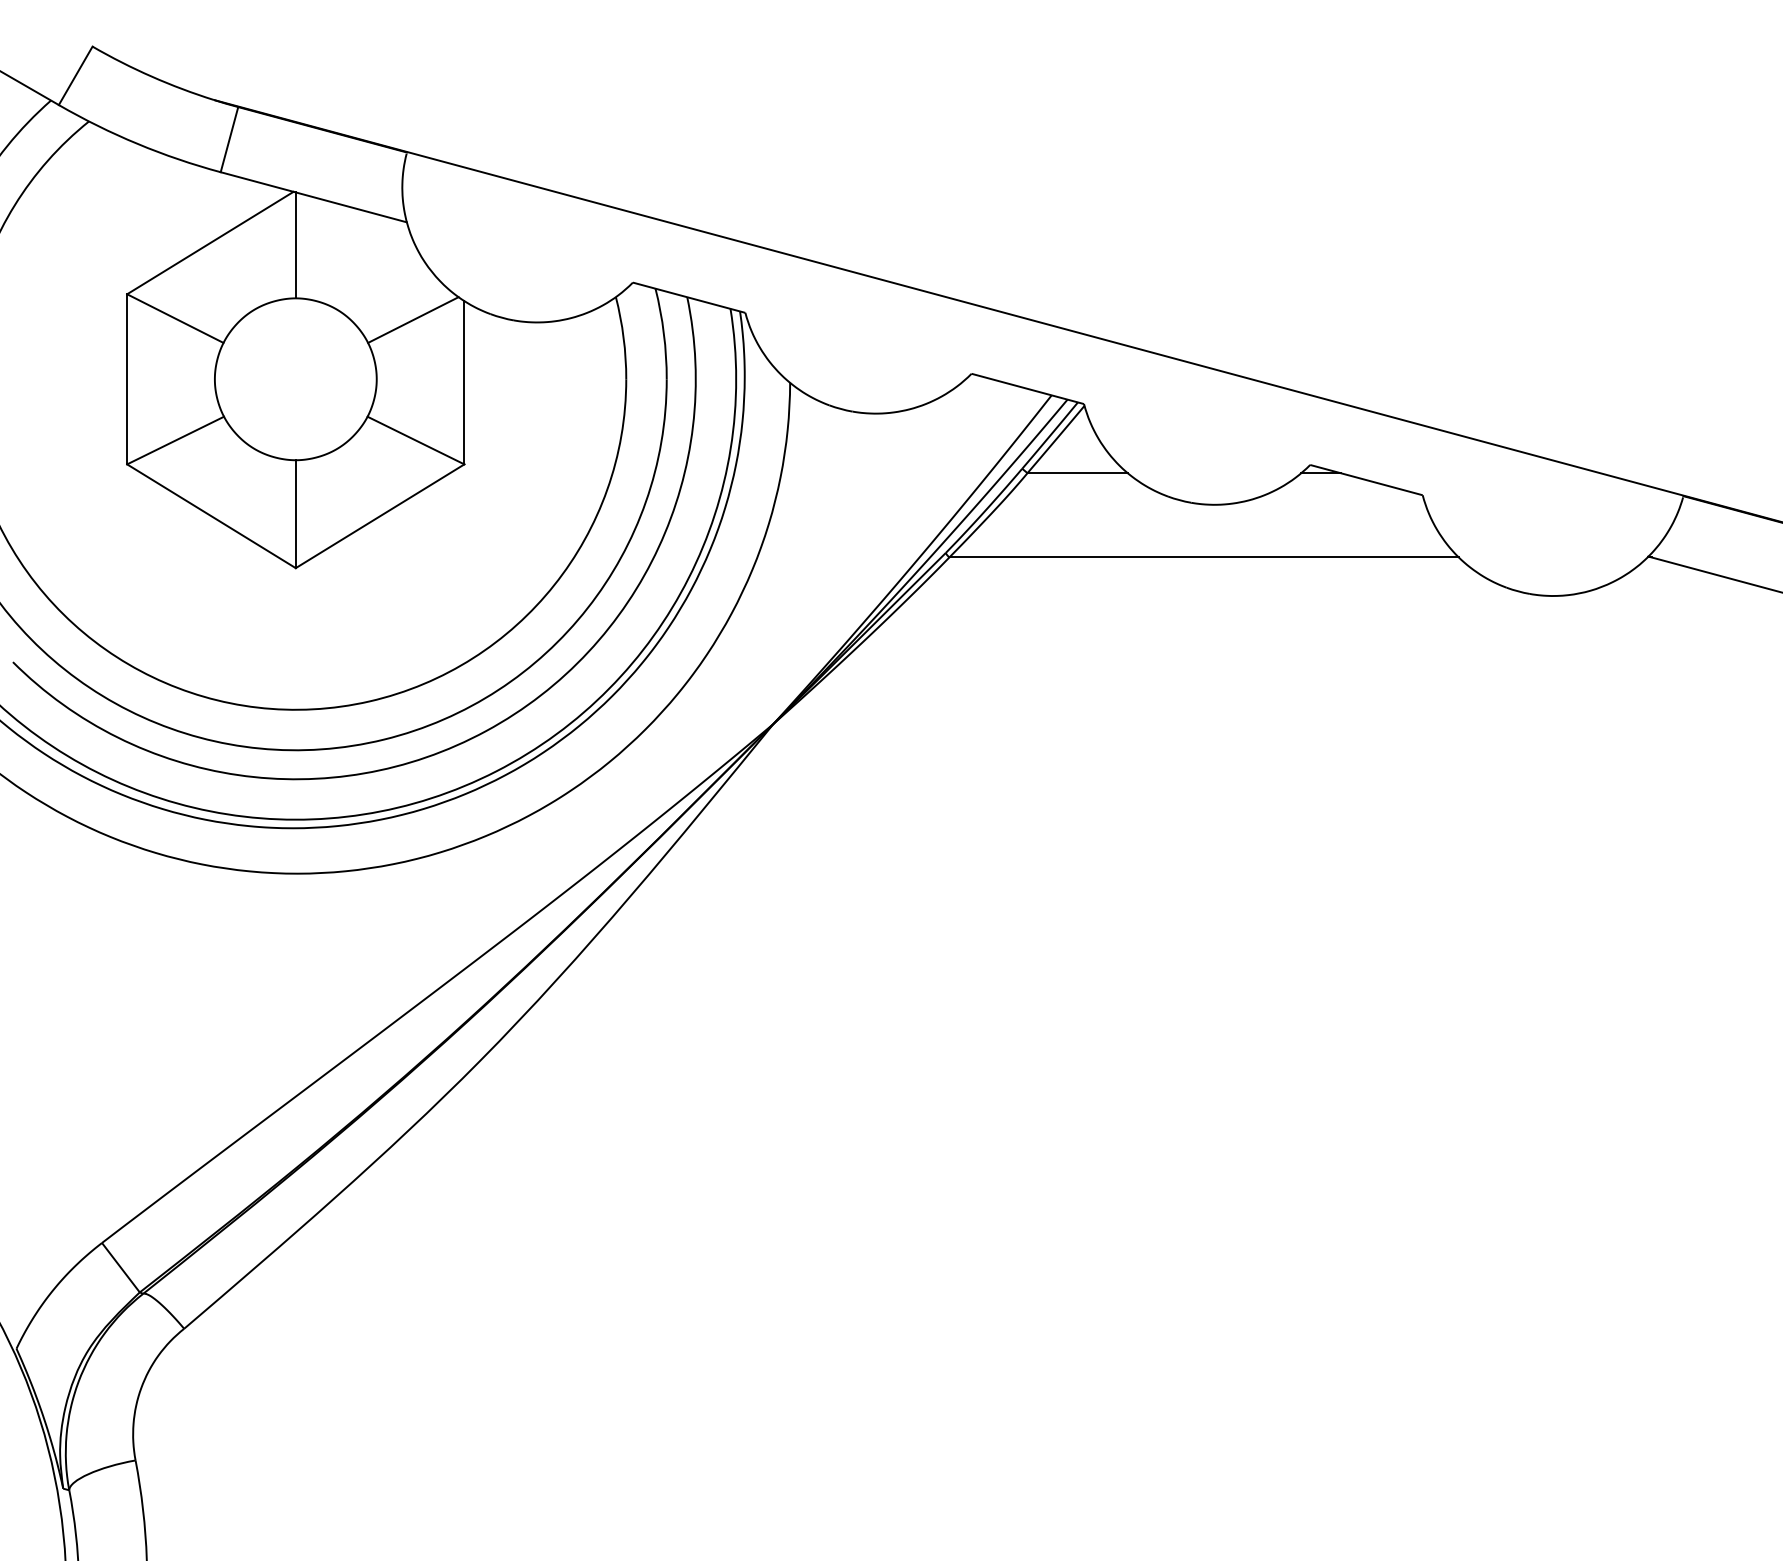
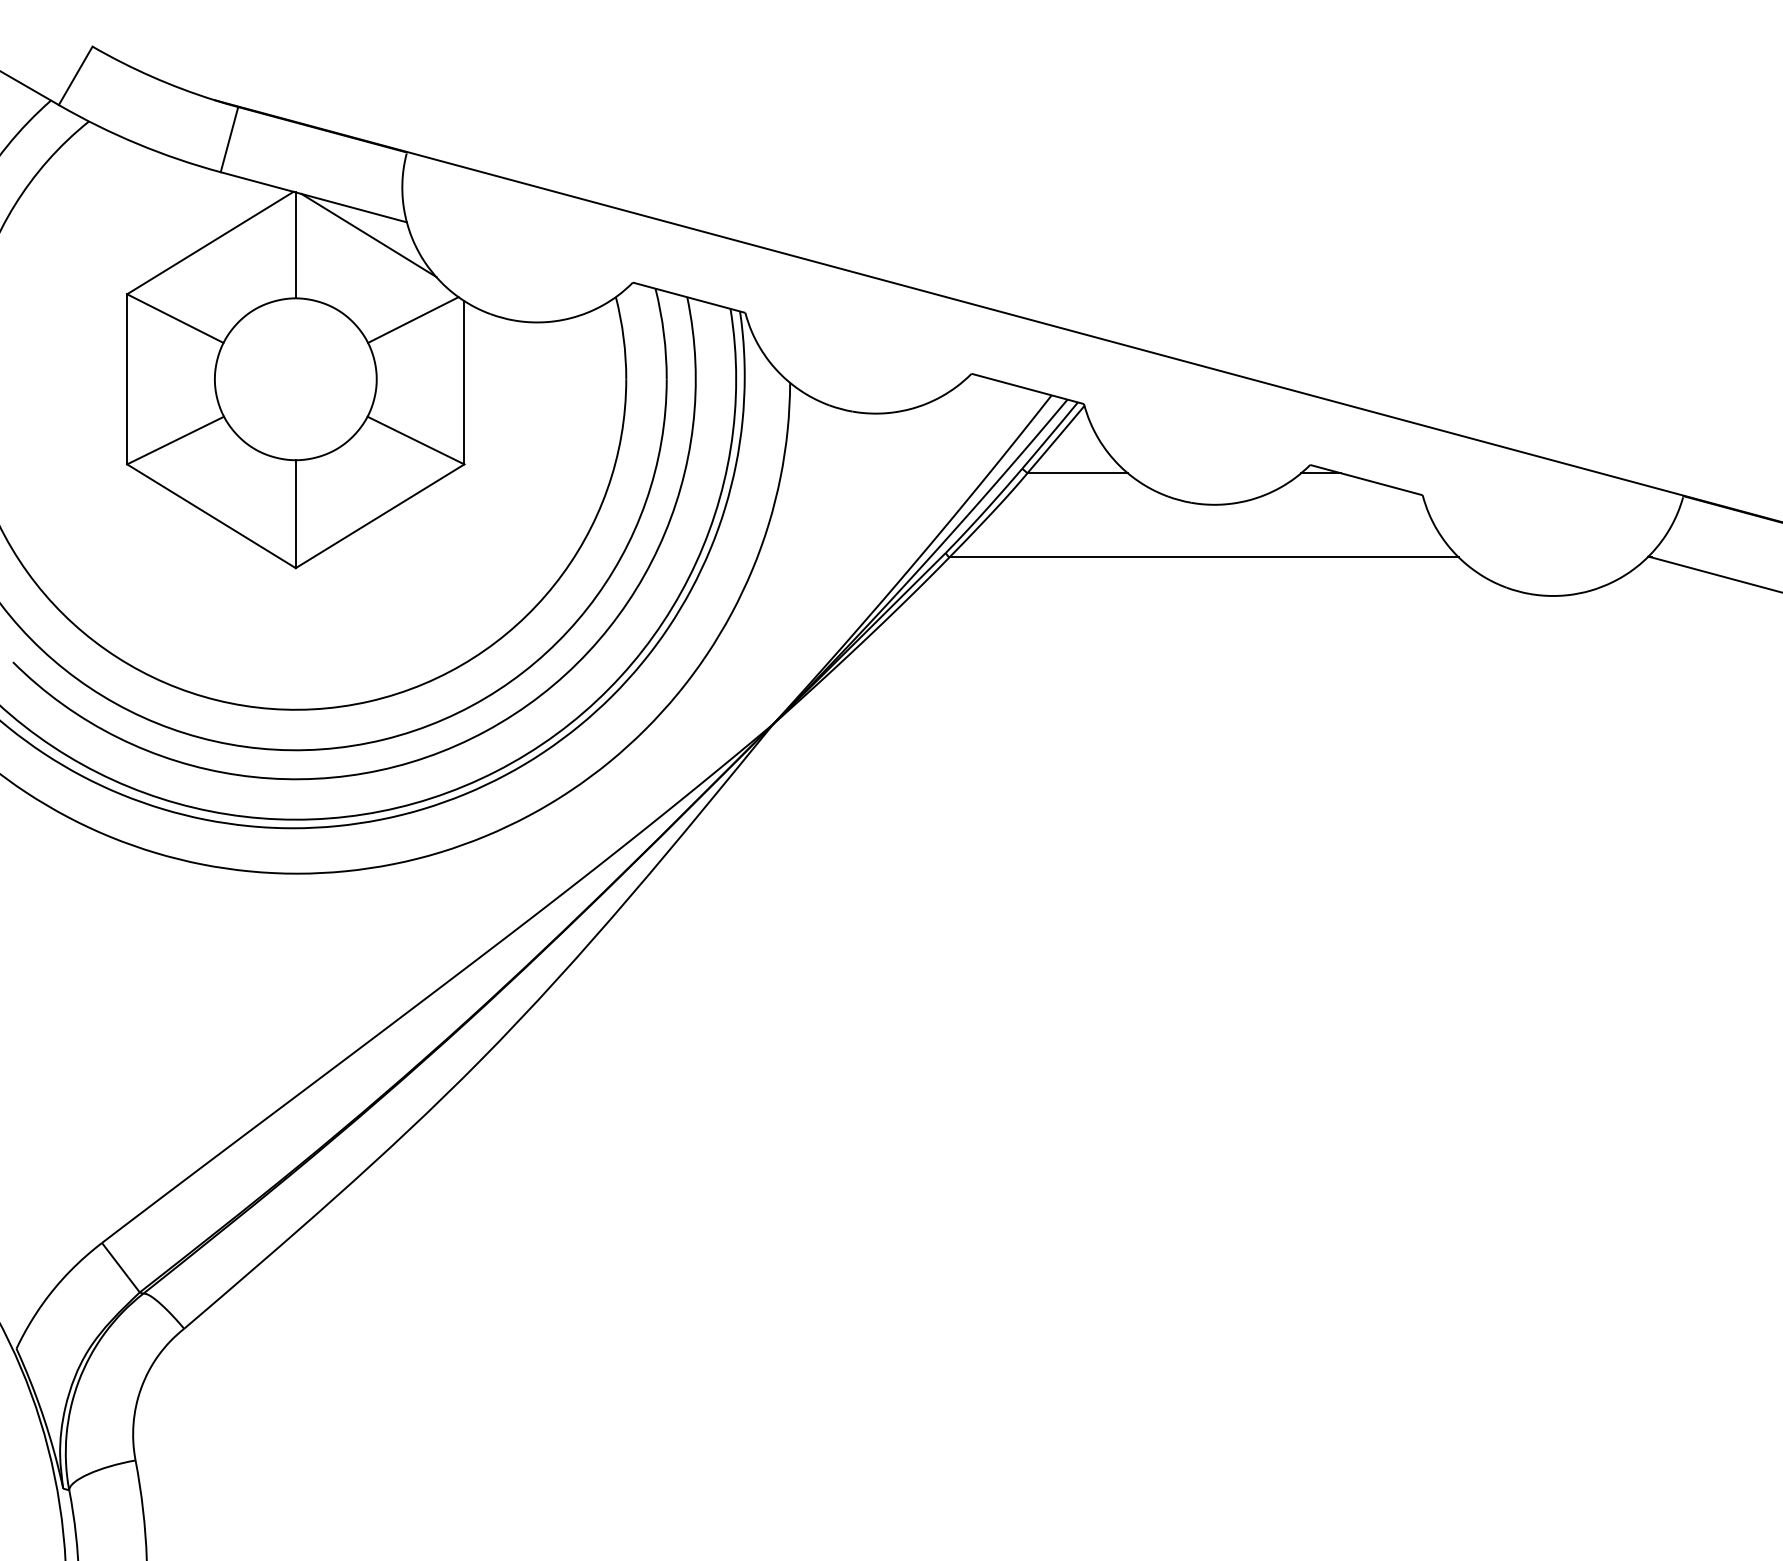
line at (368, 235): none -> present
